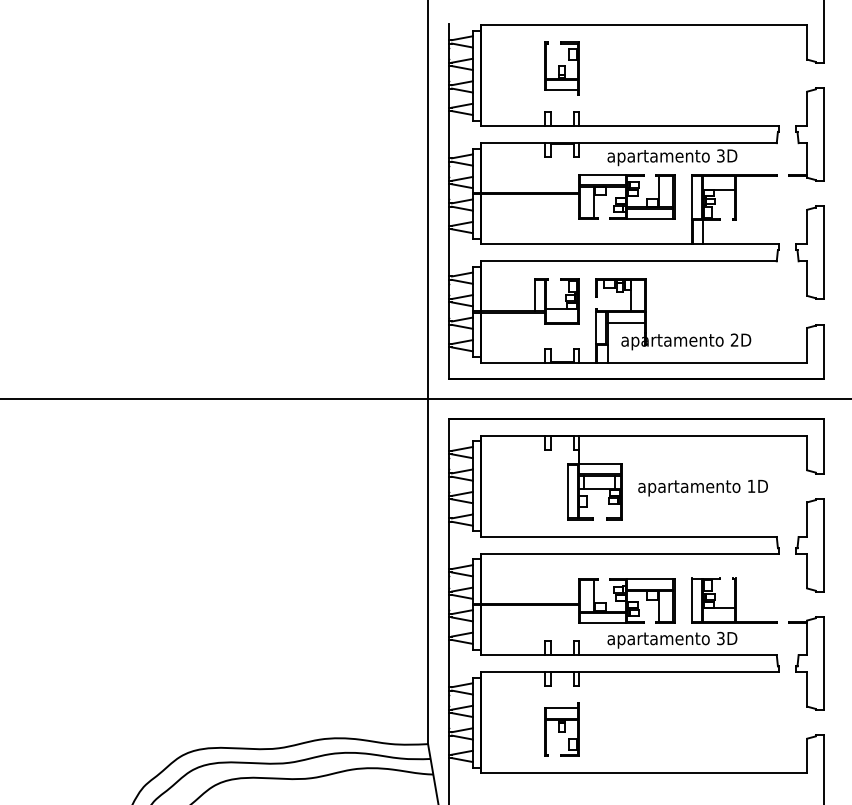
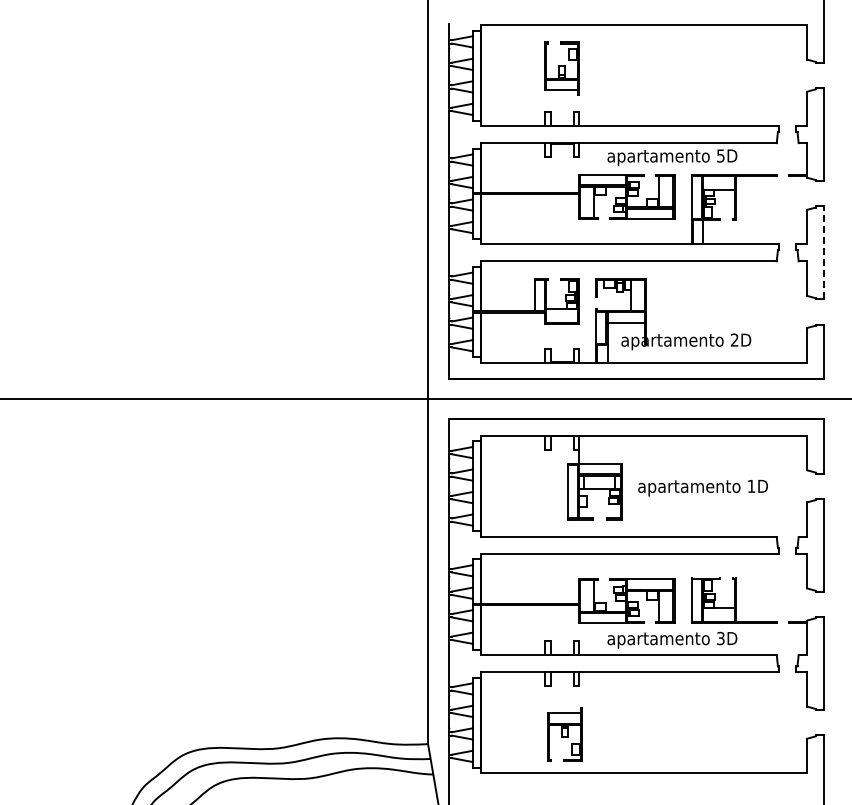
text at (720, 155): 3D -> 5D
line at (824, 252): solid -> dashed
part at (561, 729) position: (561, 729) -> (564, 734)
